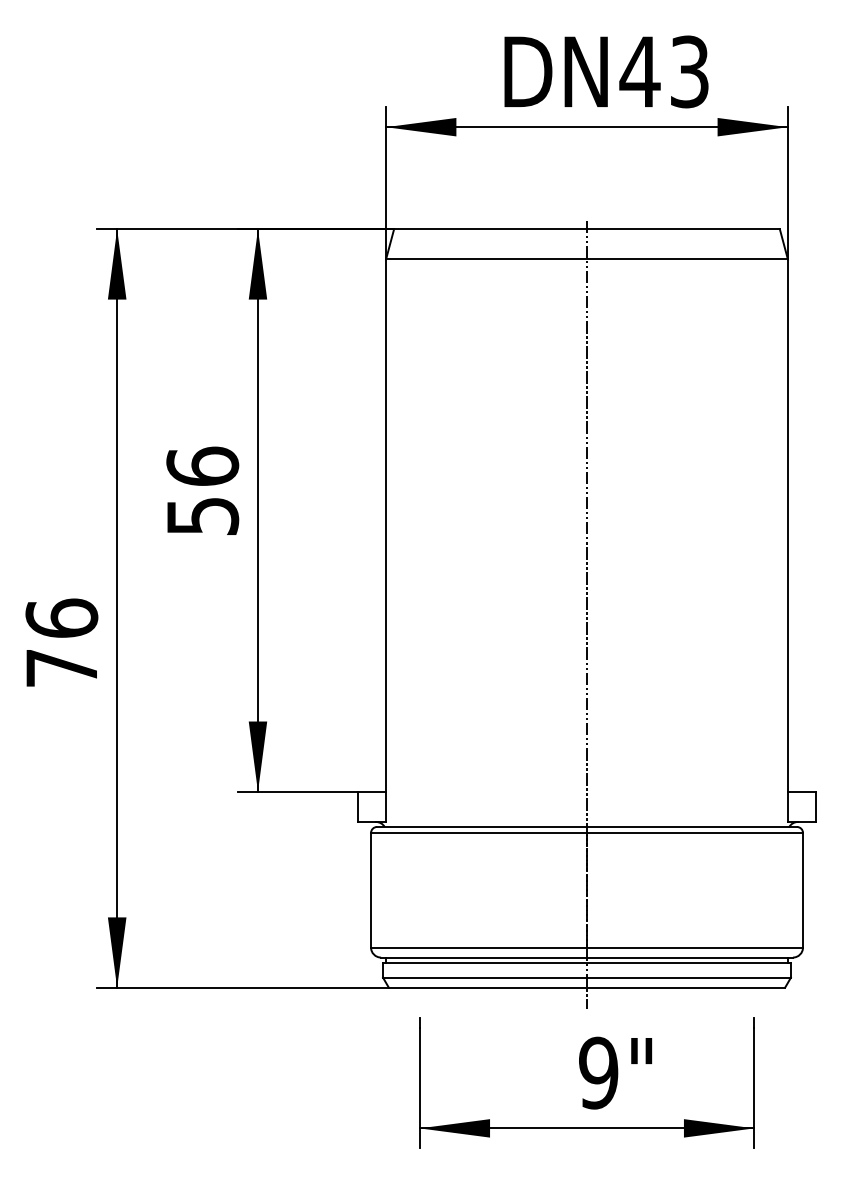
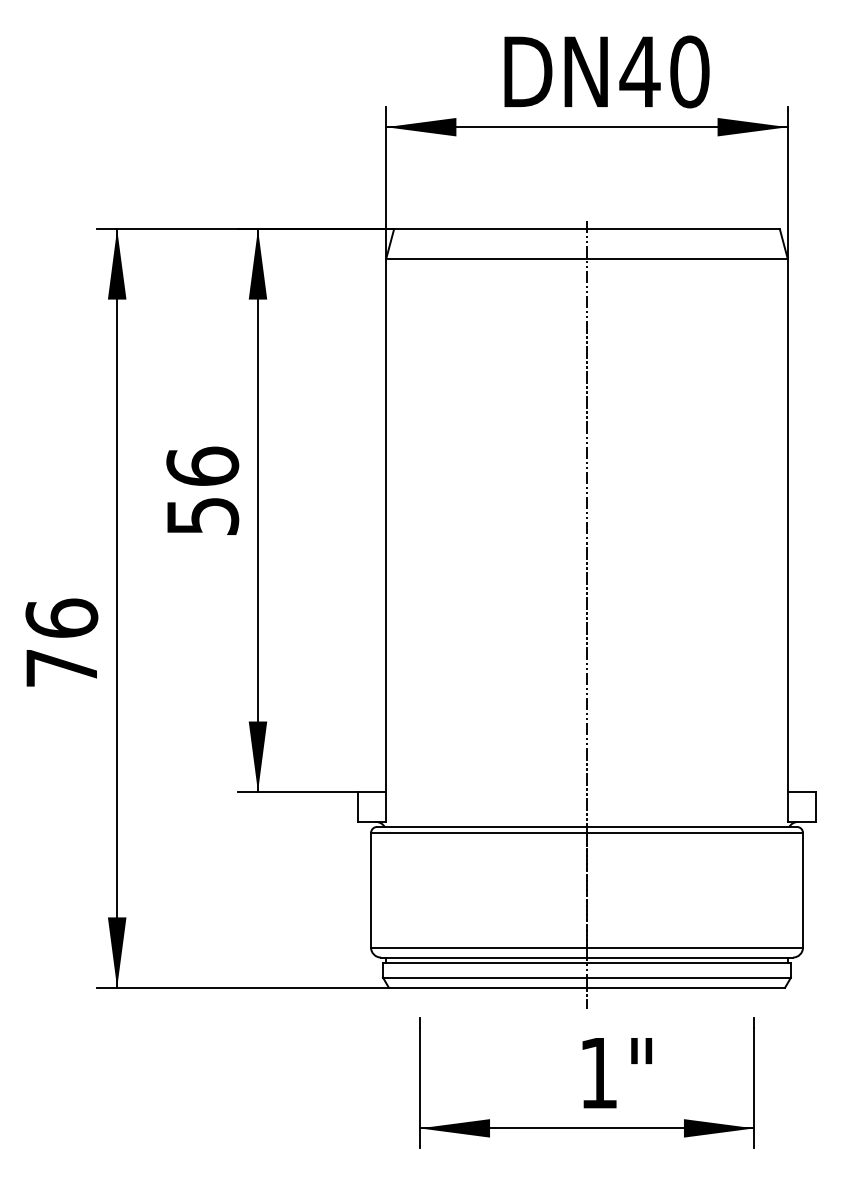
text at (689, 71): 43 -> 40
text at (598, 1072): 9" -> 1"
